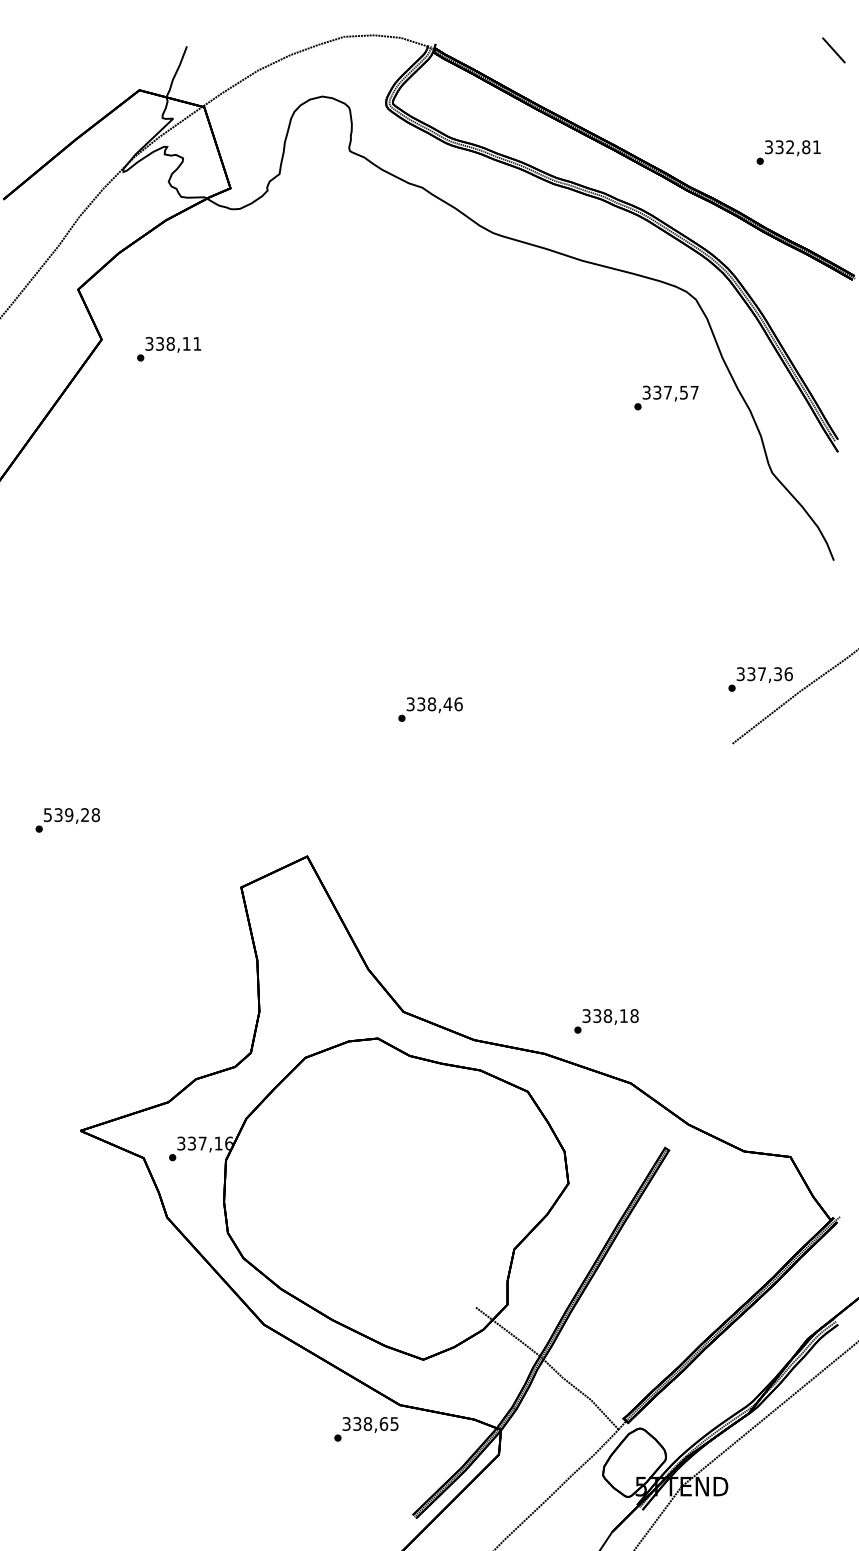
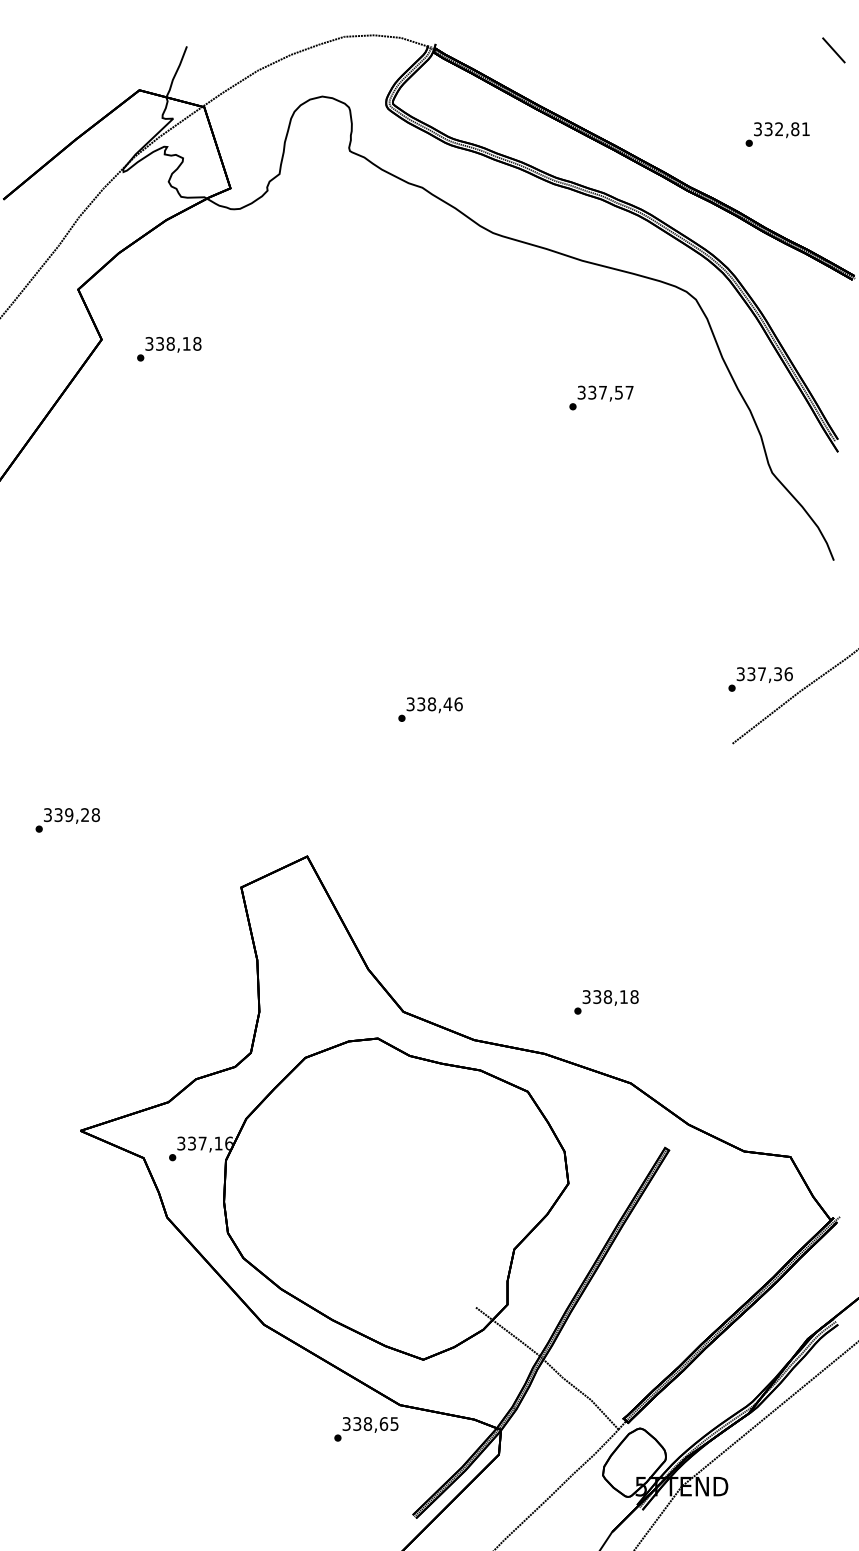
text at (788, 152) position: (788, 152) -> (777, 134)
text at (197, 343): 338,11 -> 338,18
text at (666, 397) position: (666, 397) -> (601, 397)
text at (47, 814): 539,28 -> 339,28
text at (606, 1021) position: (606, 1021) -> (606, 1002)
